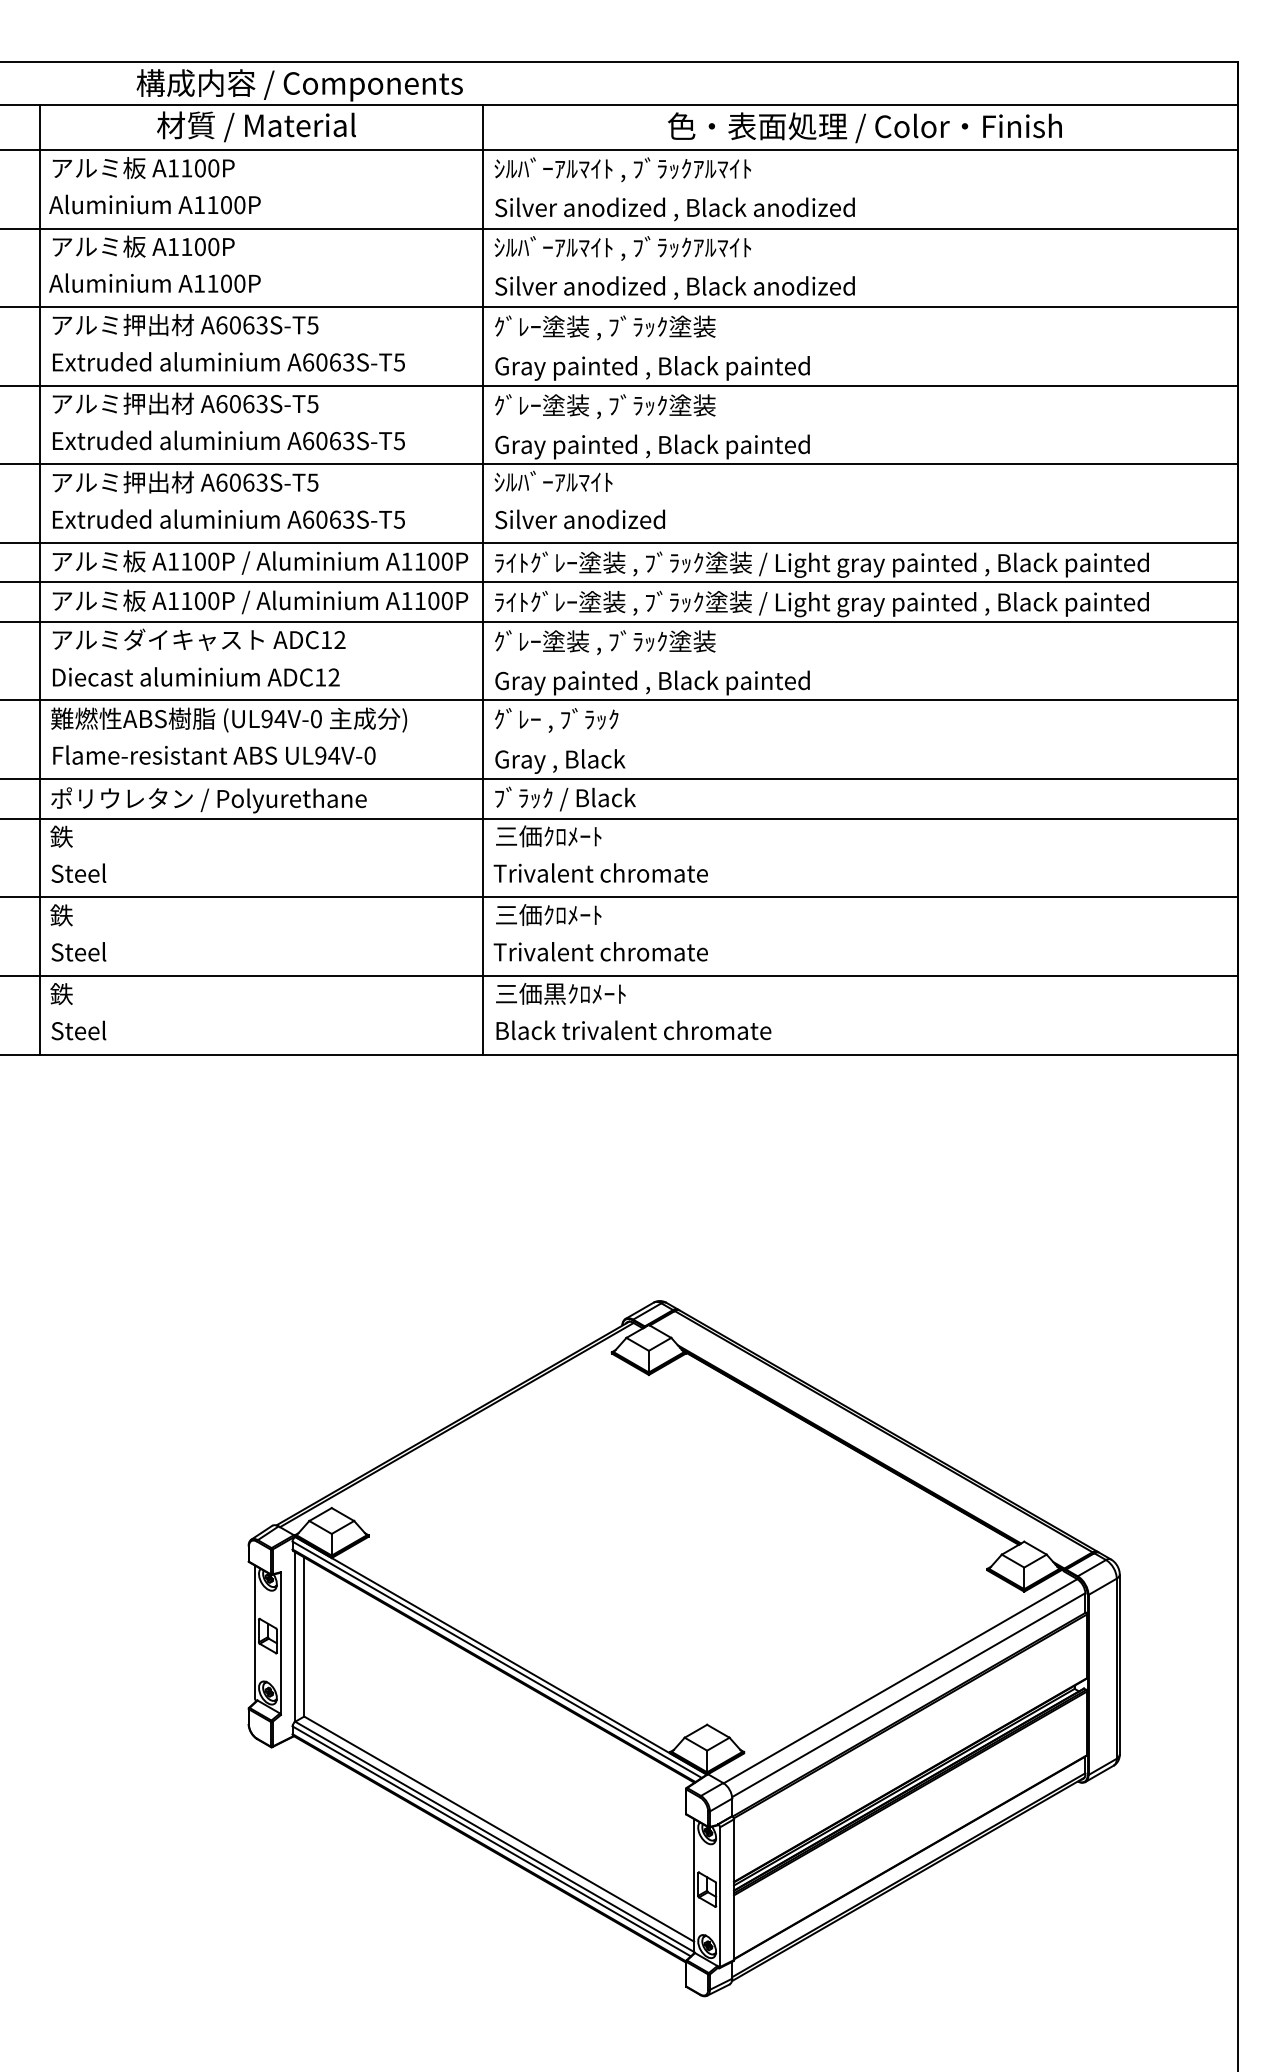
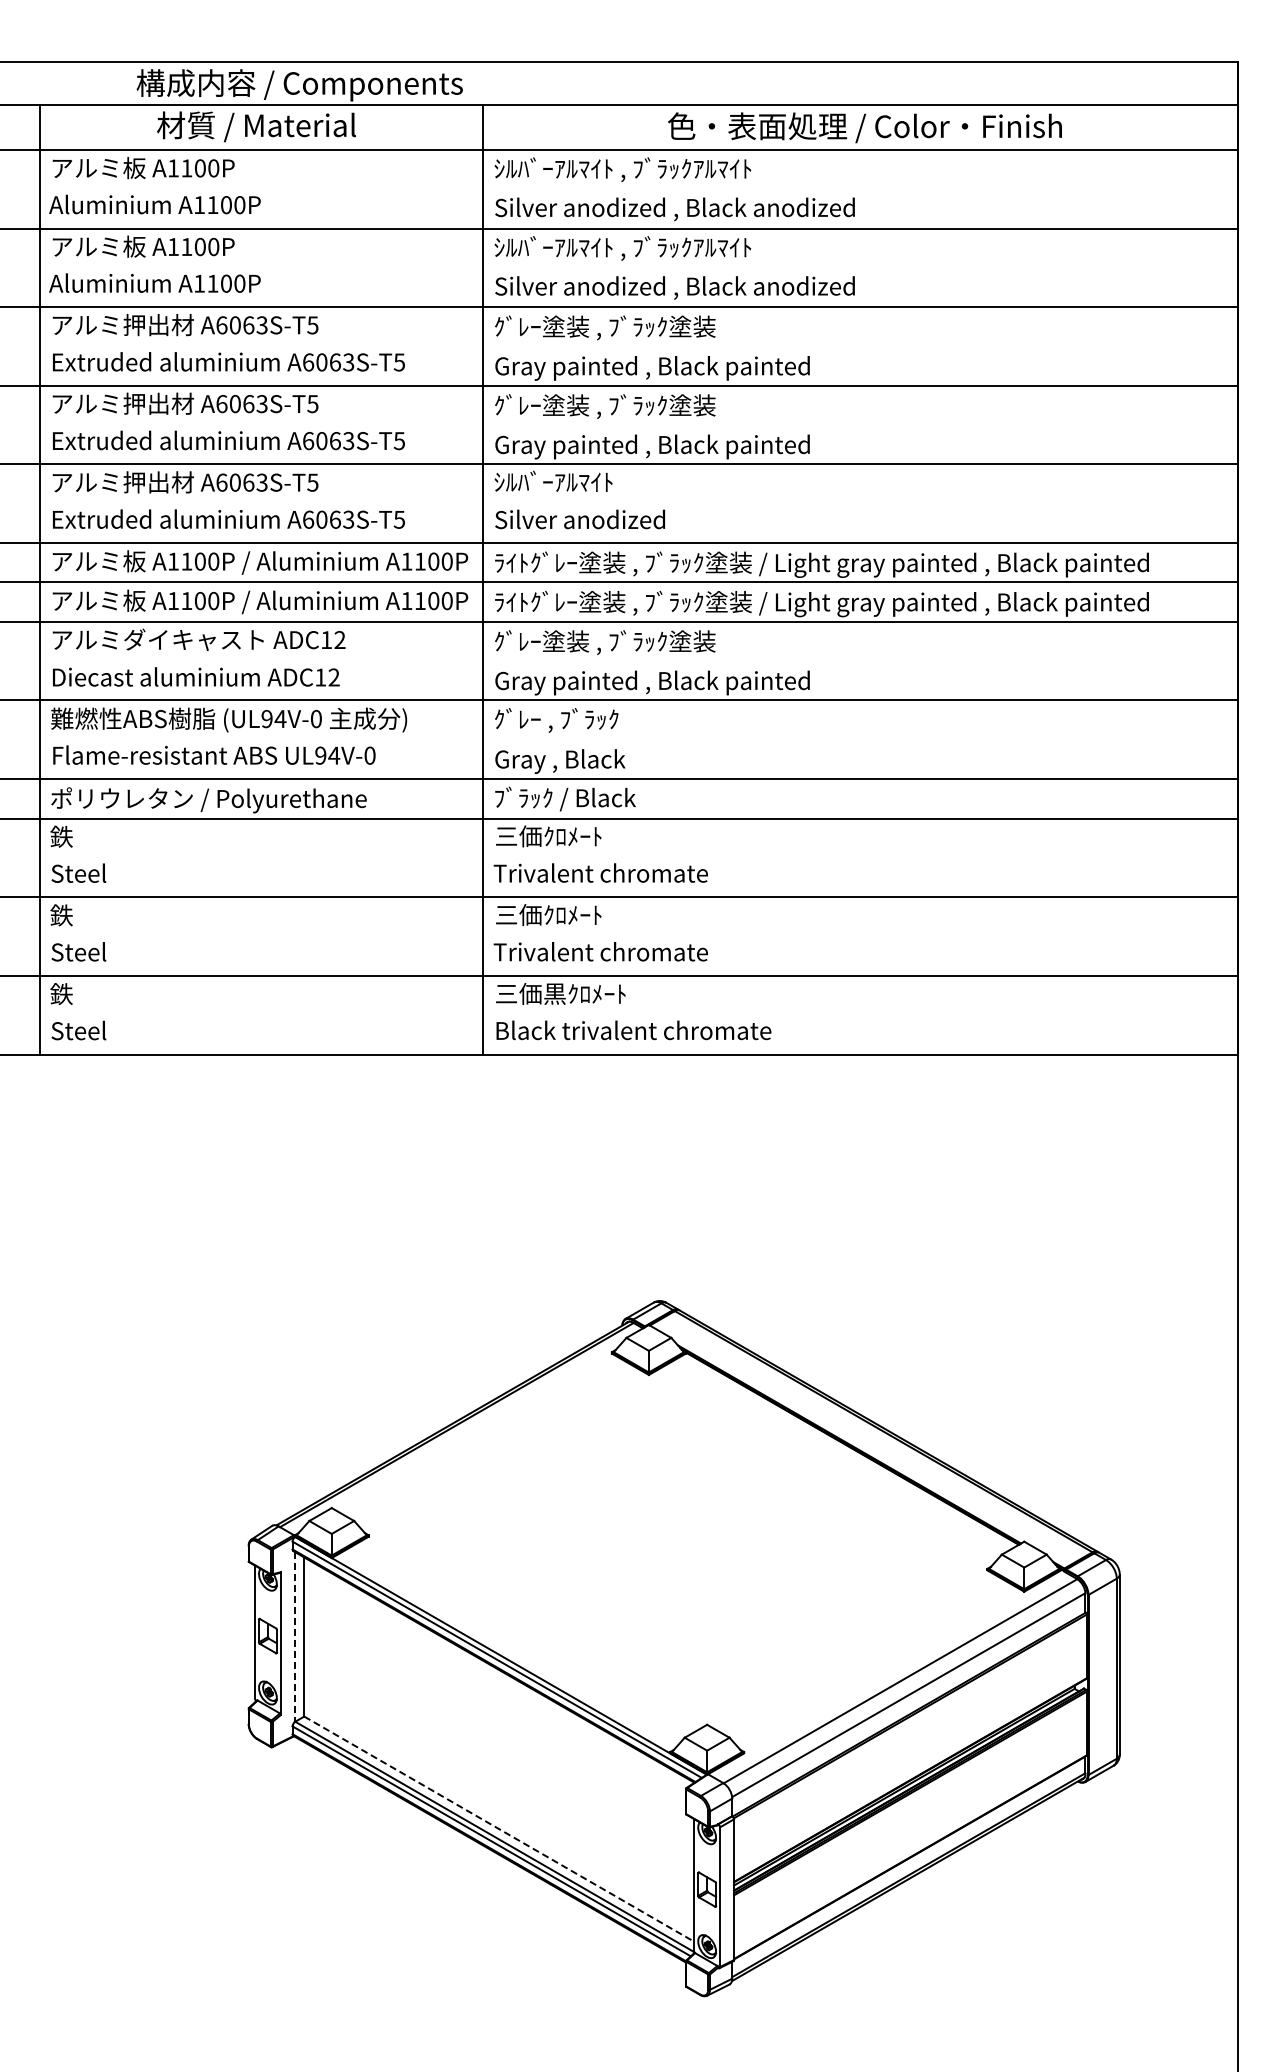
line at (294, 1637): solid -> dashed
line at (499, 1829): solid -> dashed
